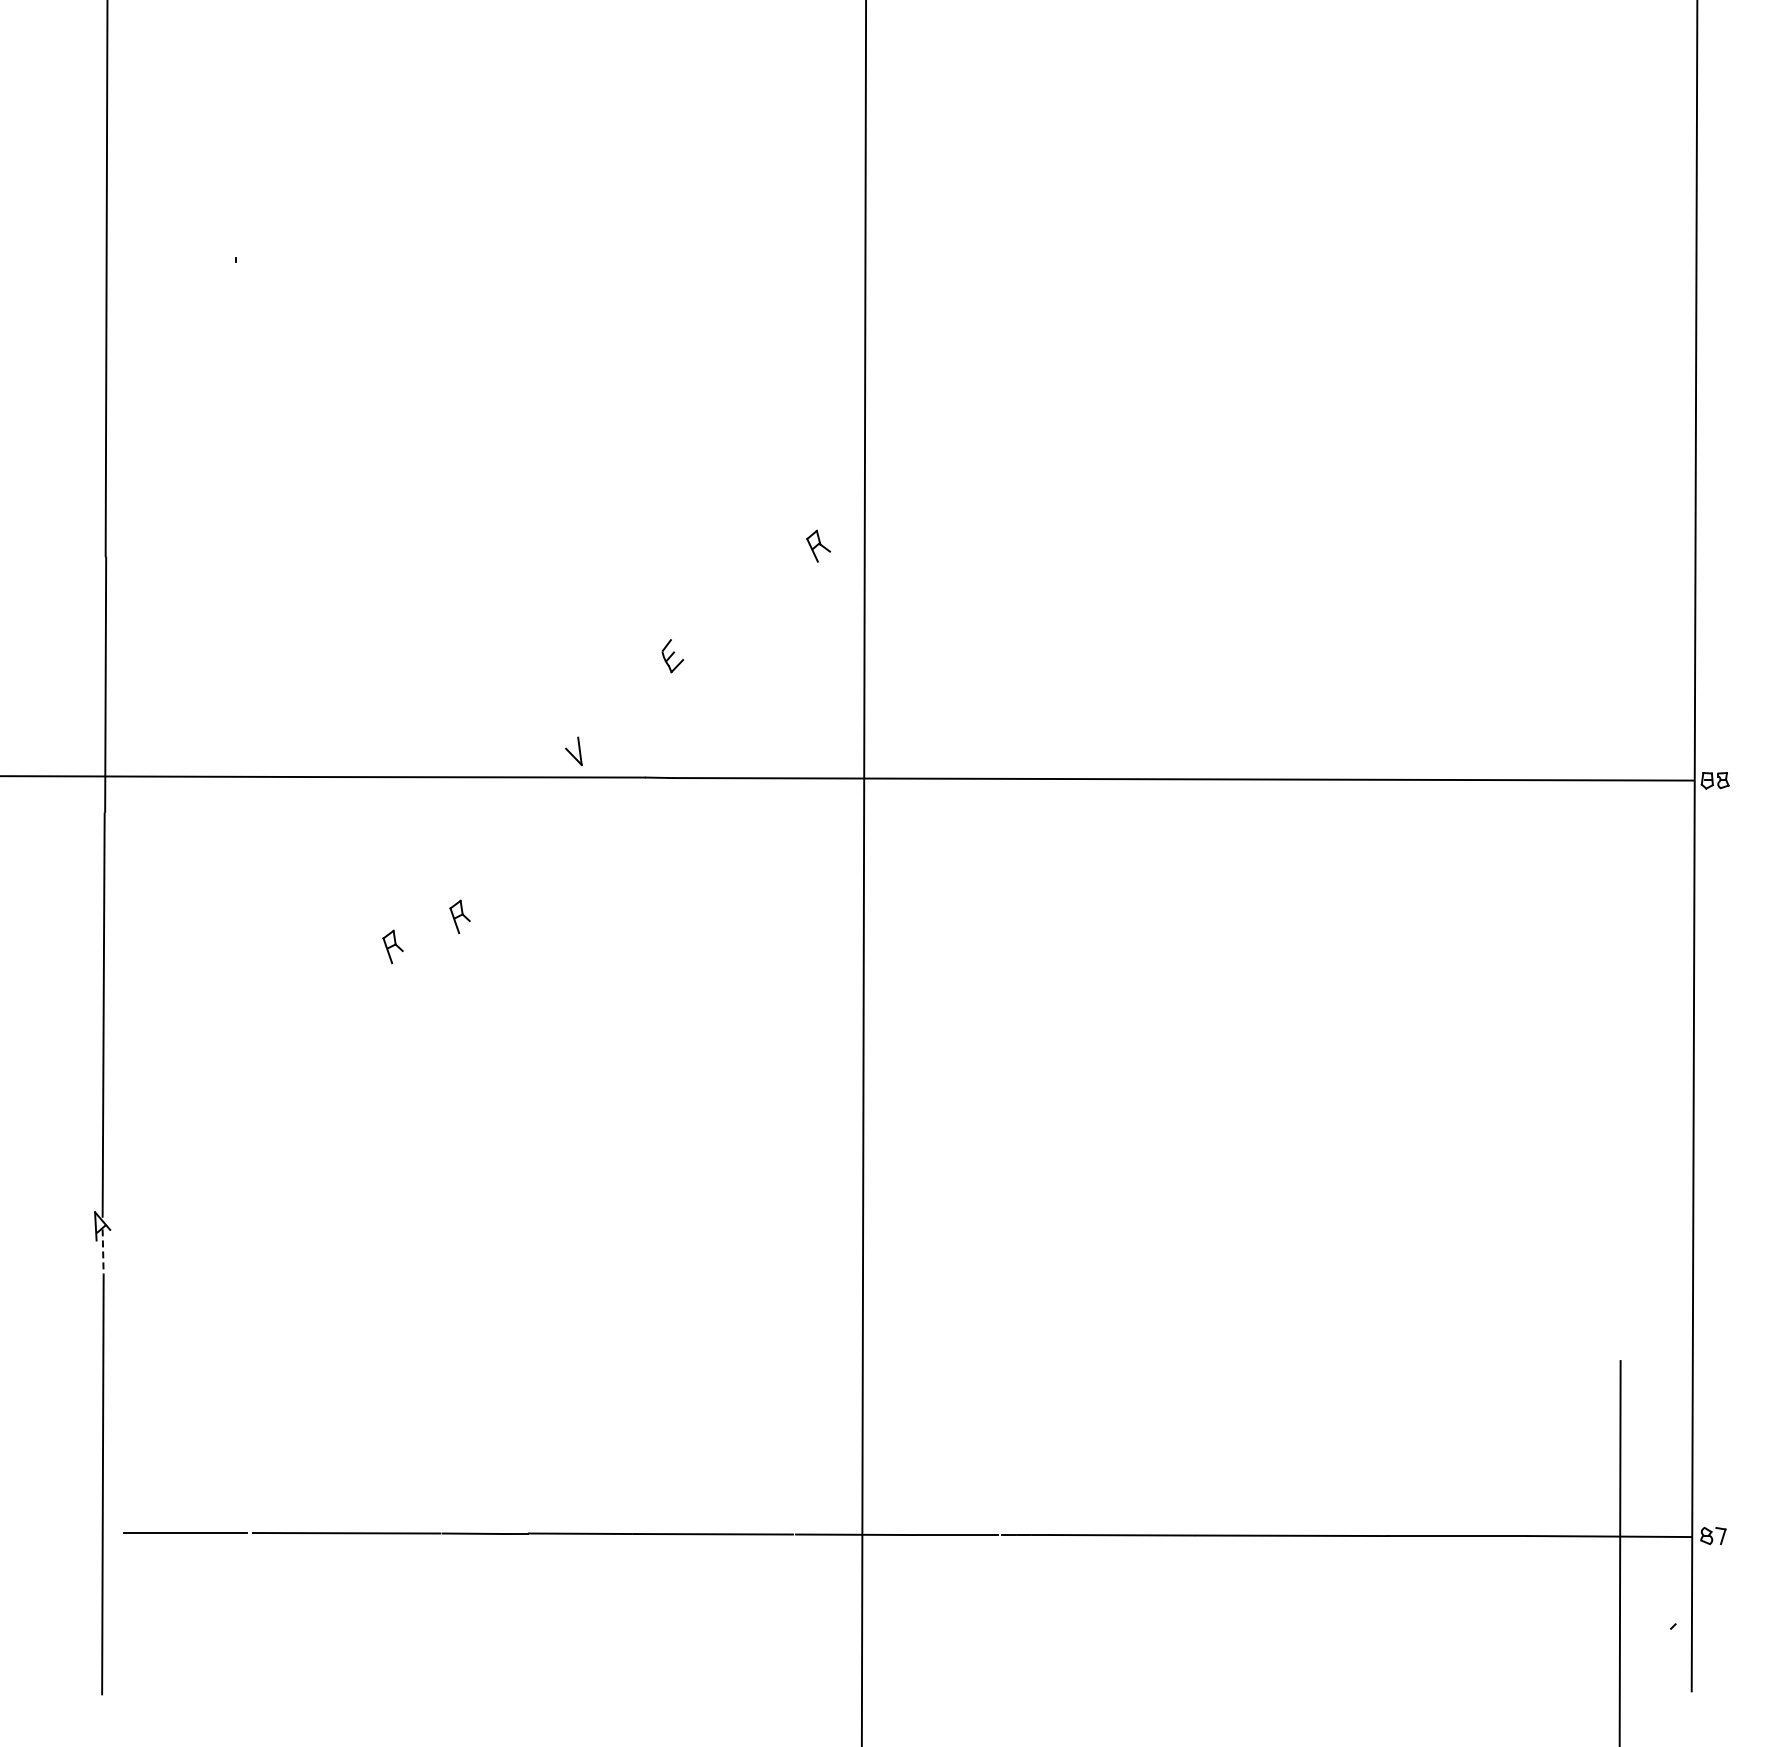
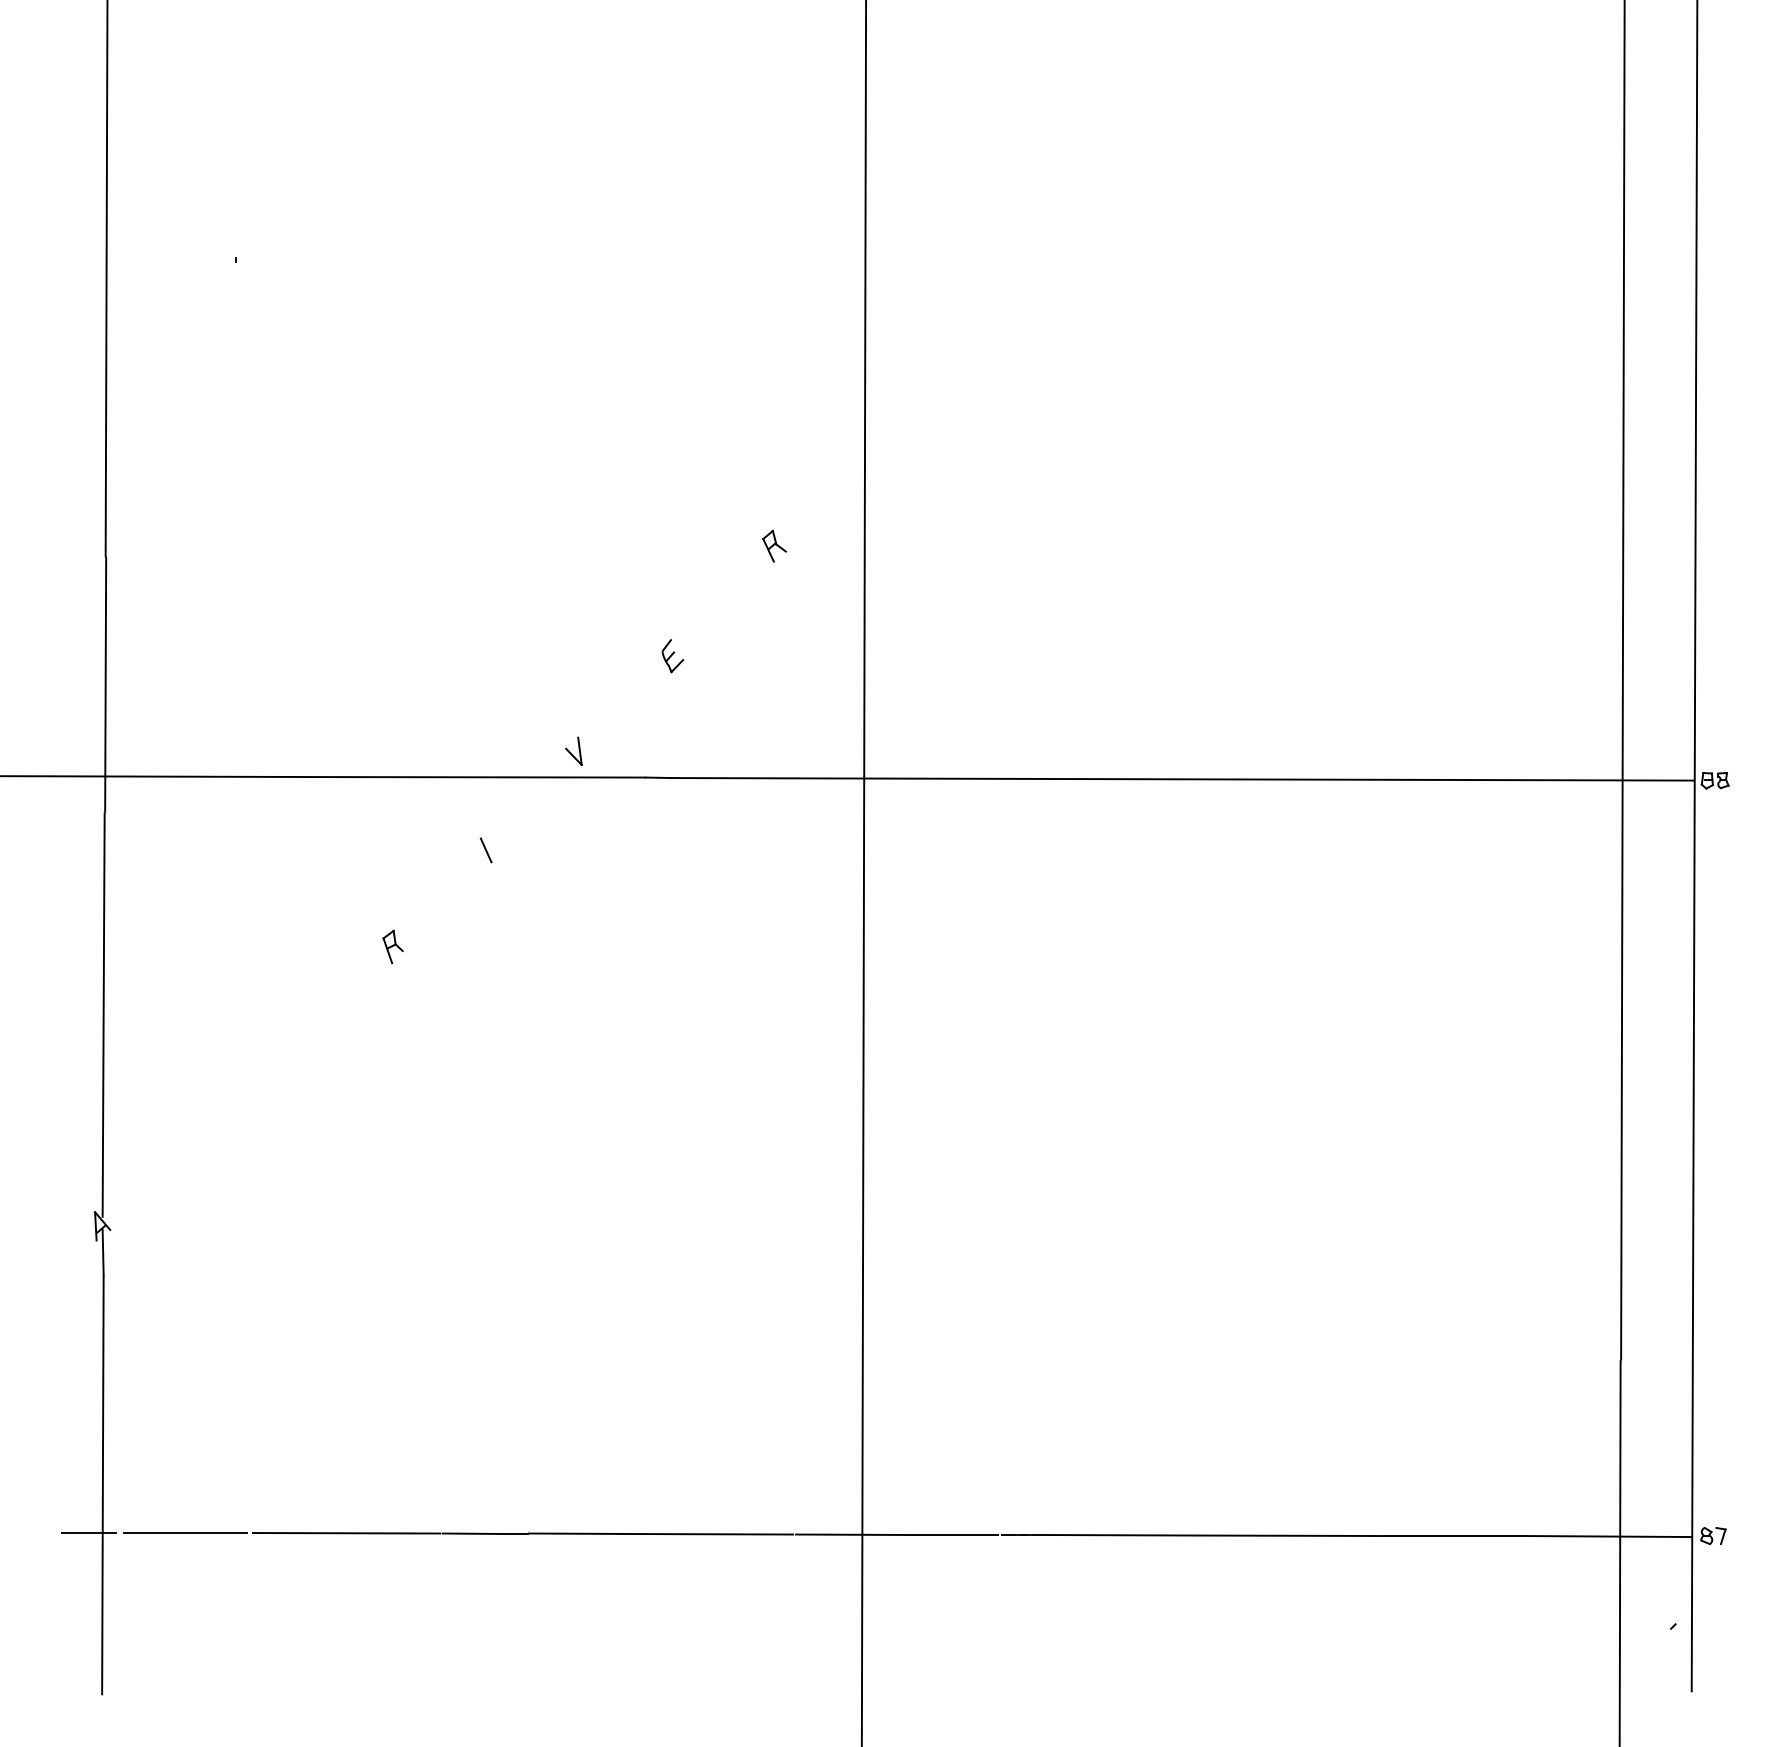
part at (818, 545) position: (818, 545) -> (774, 545)
line at (1622, 680): none -> present
line at (485, 850): none -> present
part at (459, 916): present -> none
line at (103, 1252): dashed -> solid
line at (88, 1533): none -> present
